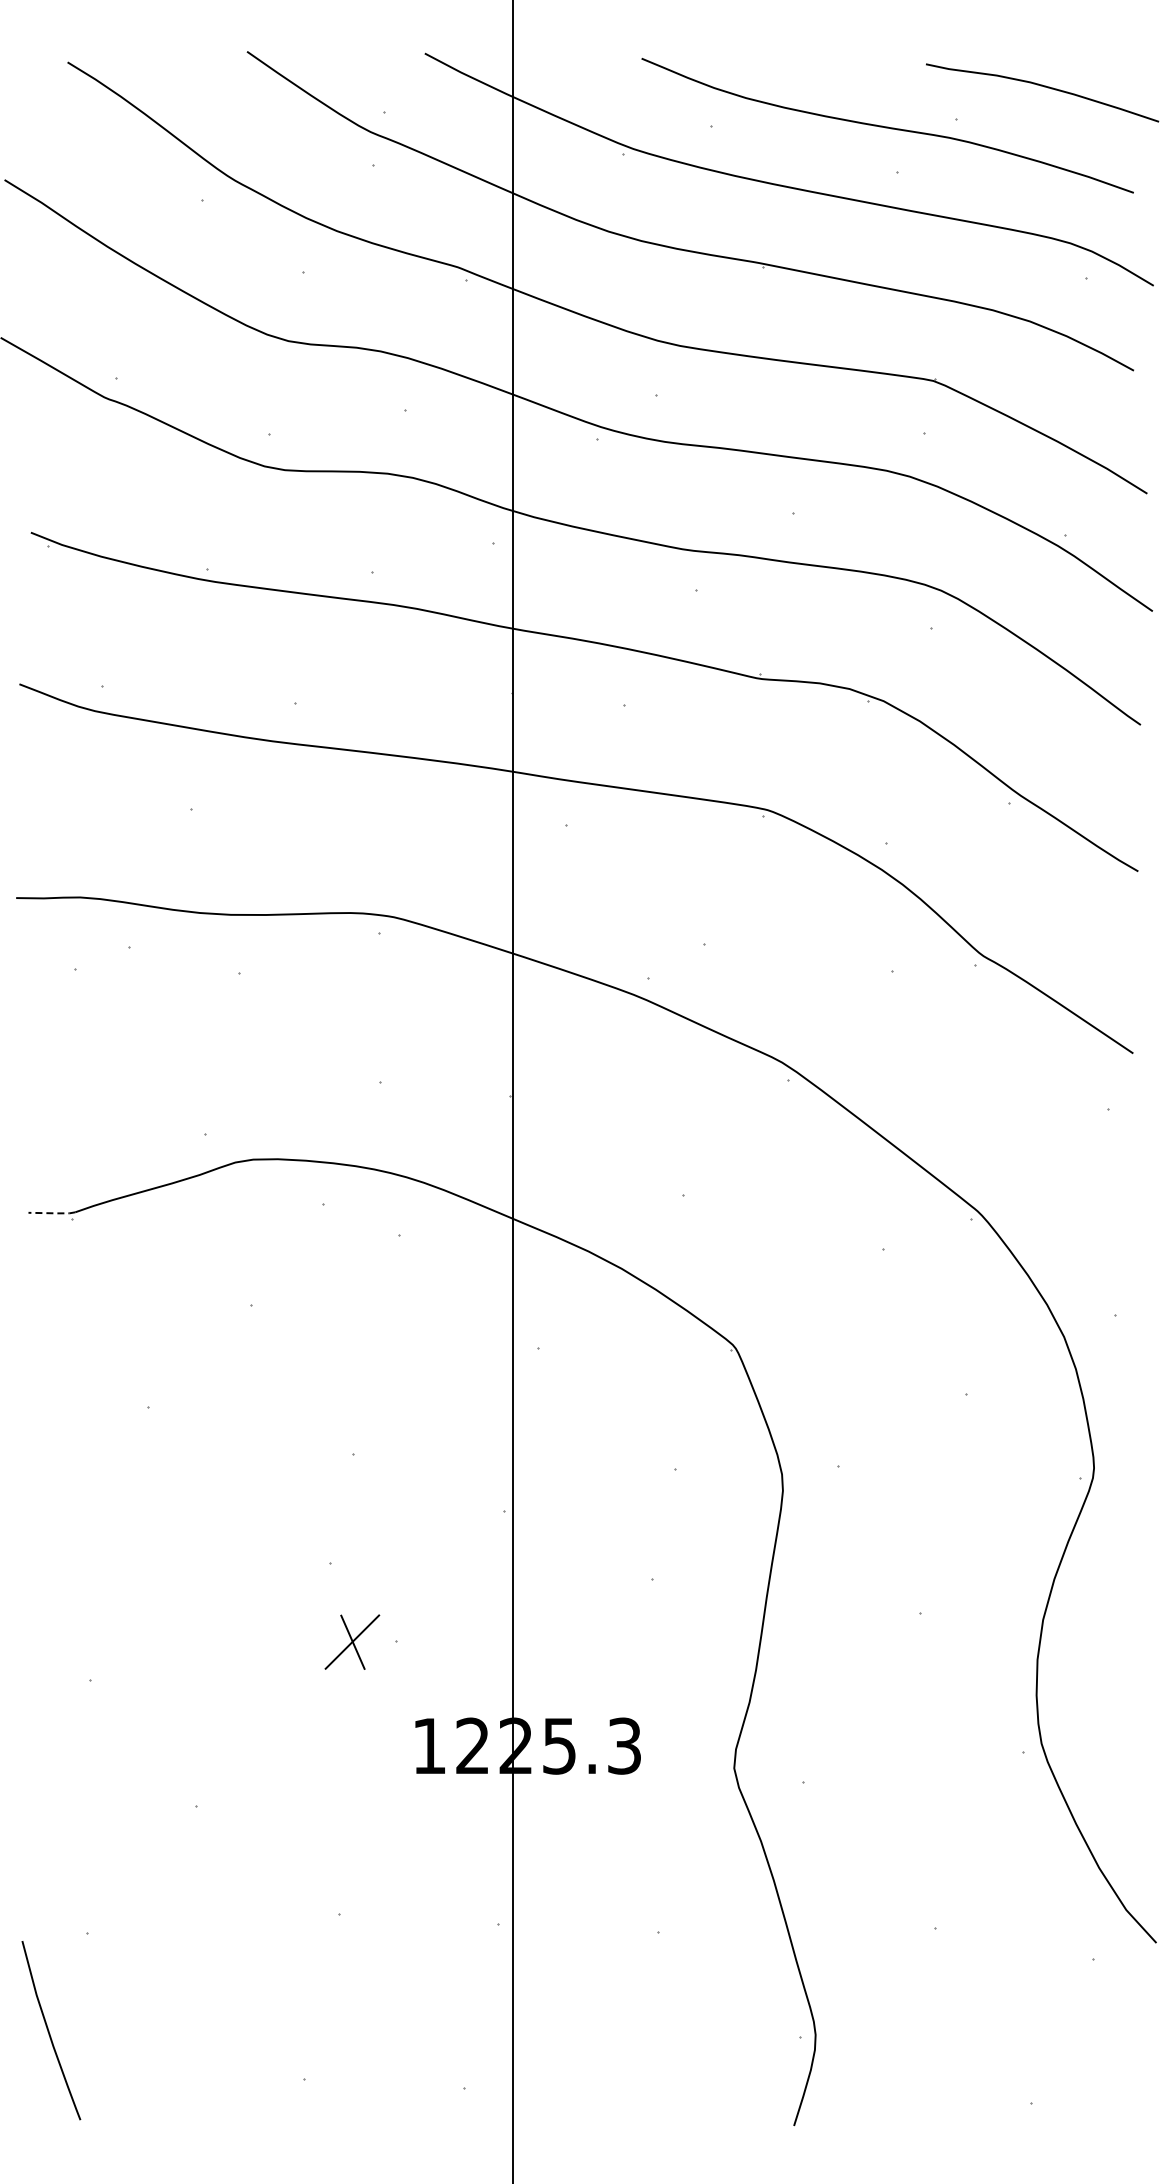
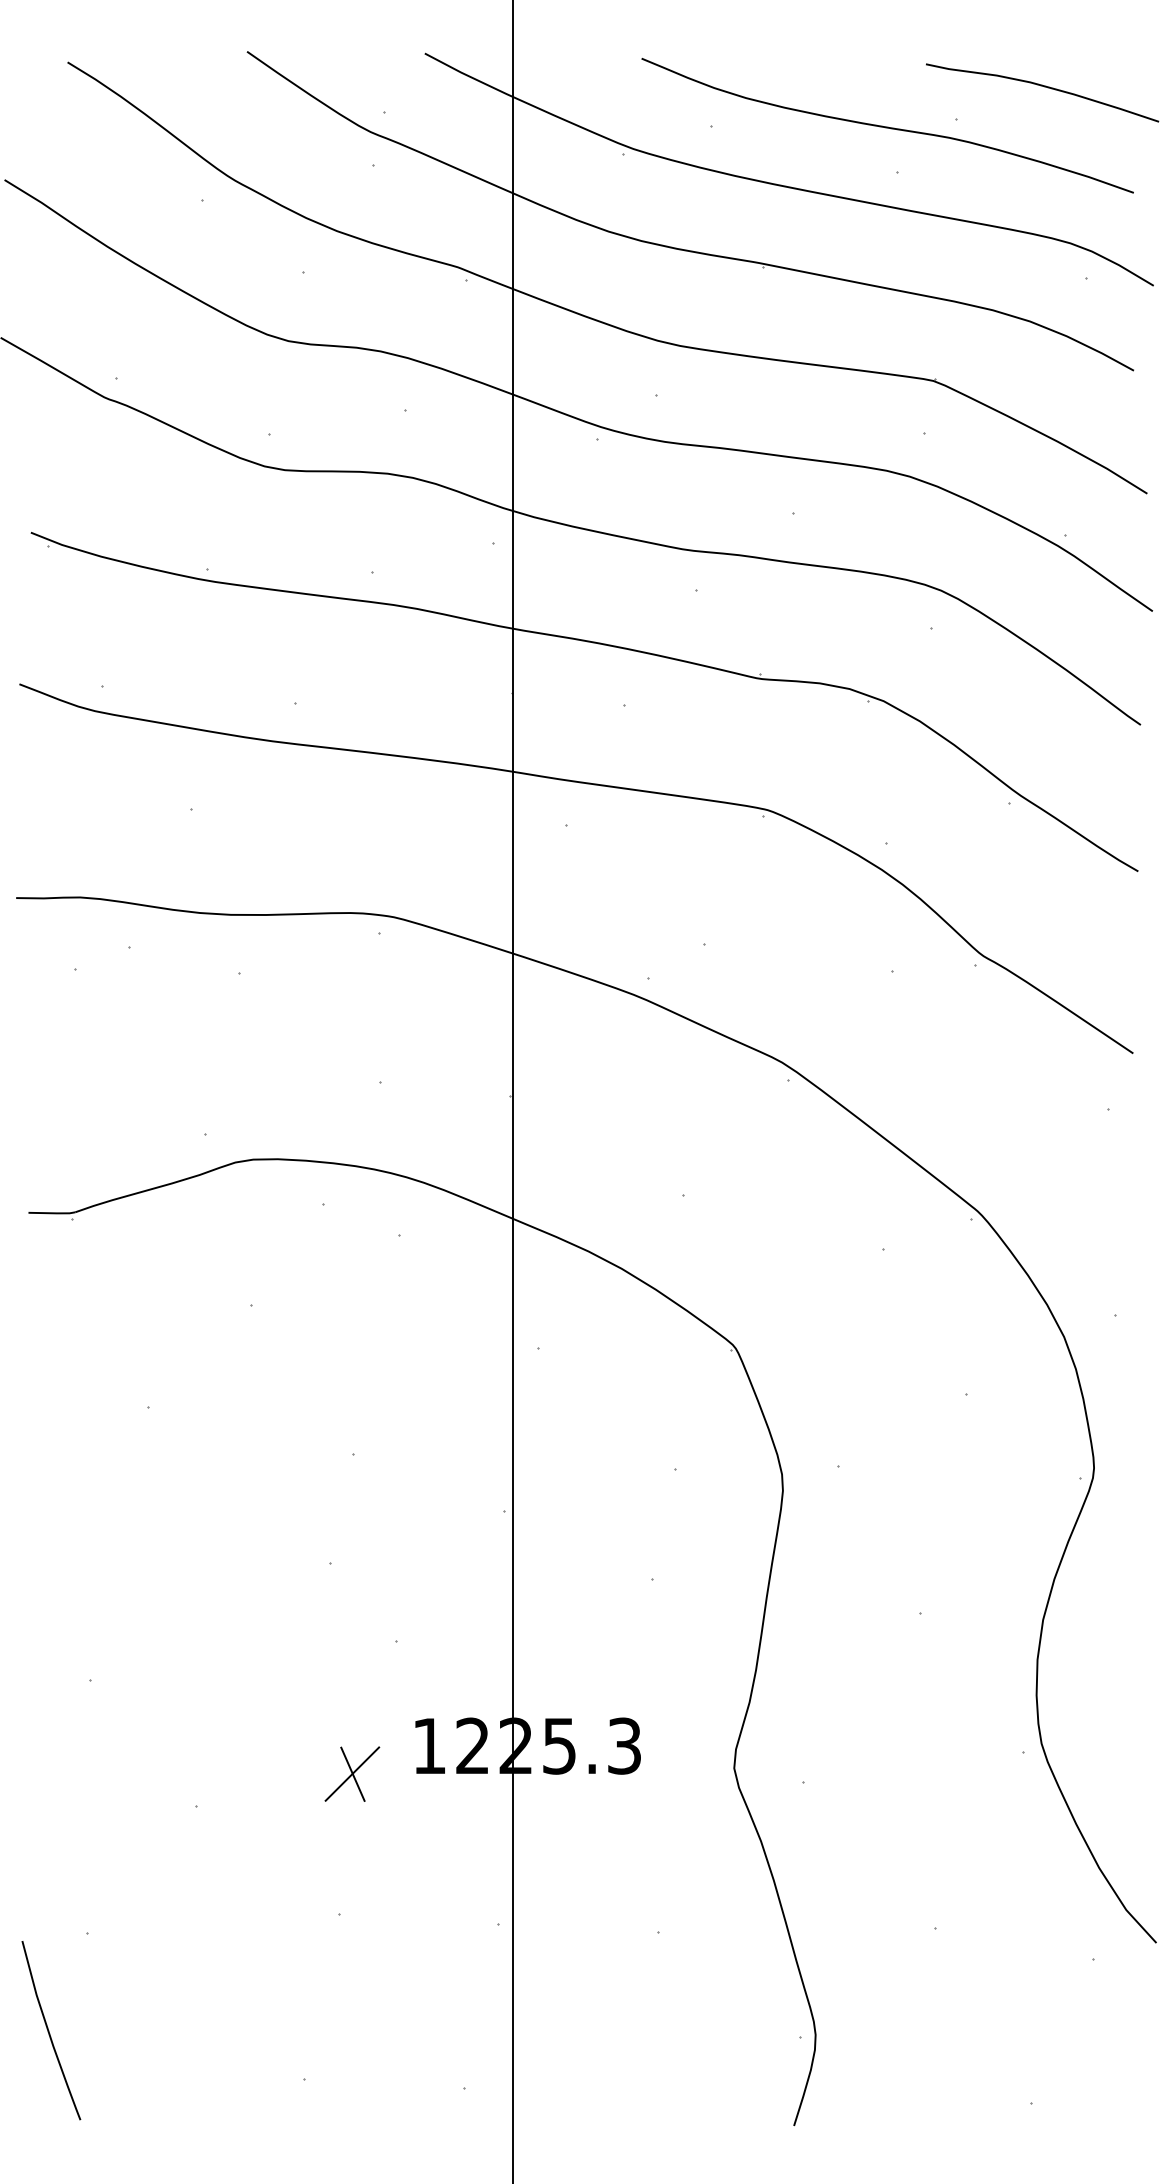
line at (53, 1213): dashed -> solid
part at (352, 1641) position: (352, 1641) -> (352, 1773)
